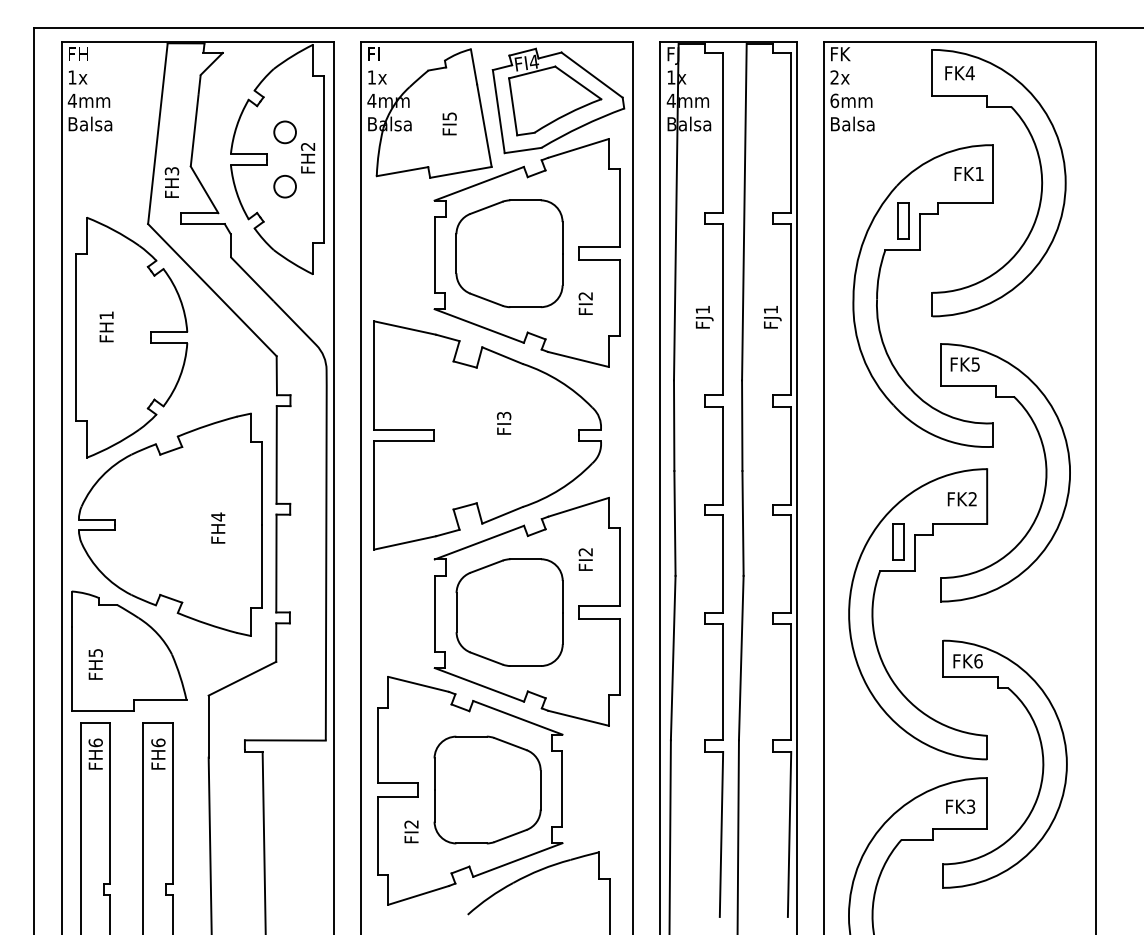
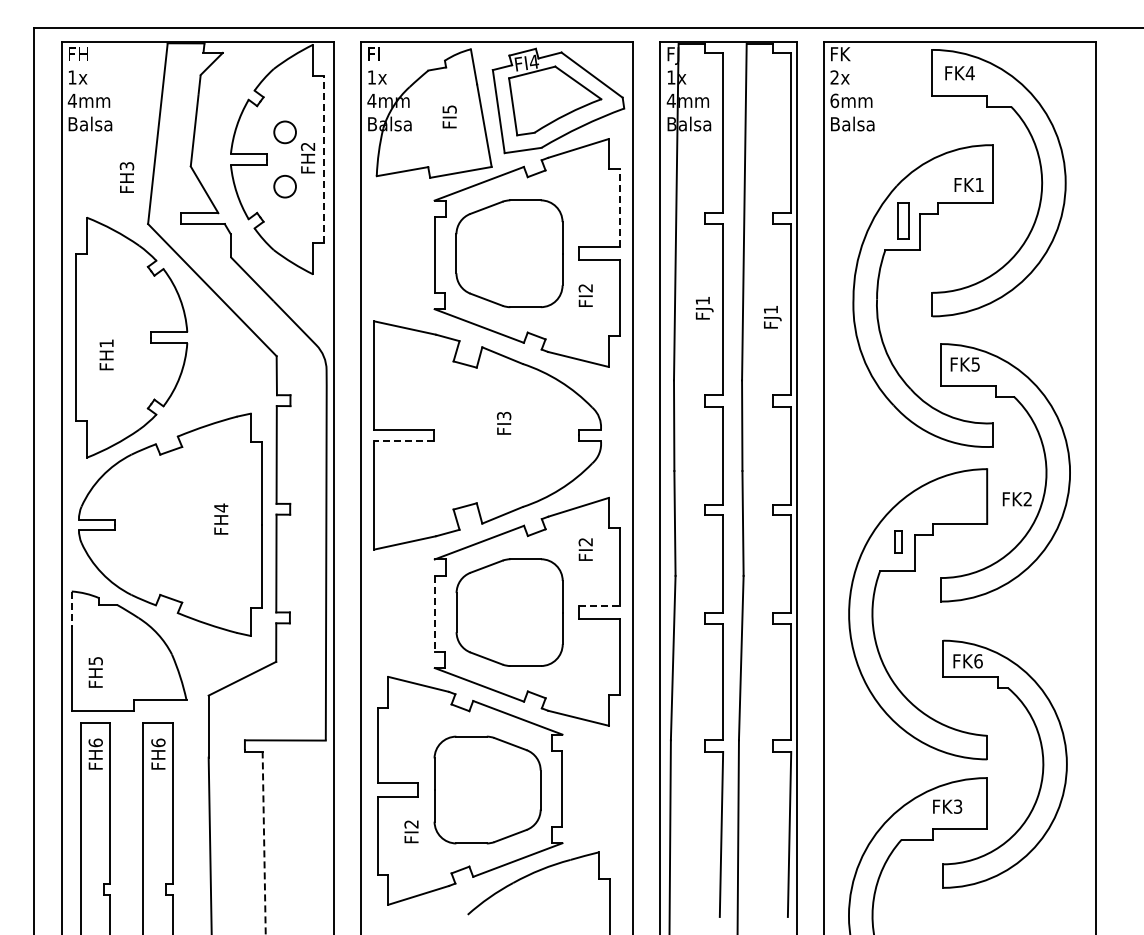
text at (449, 123) position: (449, 123) -> (449, 116)
line at (324, 159): solid -> dashed
text at (968, 173) position: (968, 173) -> (968, 184)
text at (171, 182) position: (171, 182) -> (126, 177)
line at (619, 208): solid -> dashed
text at (585, 303) position: (585, 303) -> (585, 295)
text at (704, 317) position: (704, 317) -> (704, 308)
text at (106, 326) position: (106, 326) -> (106, 354)
line at (404, 440): solid -> dashed
text at (961, 499) position: (961, 499) -> (1016, 499)
text at (218, 527) position: (218, 527) -> (221, 518)
part at (898, 541) size: 13x38 px -> 9x24 px
text at (585, 559) position: (585, 559) -> (585, 549)
line at (599, 606): solid -> dashed
line at (71, 609): solid -> dashed
line at (434, 614): solid -> dashed
text at (95, 664) position: (95, 664) -> (95, 672)
text at (960, 806) position: (960, 806) -> (947, 806)
line at (264, 842): solid -> dashed
